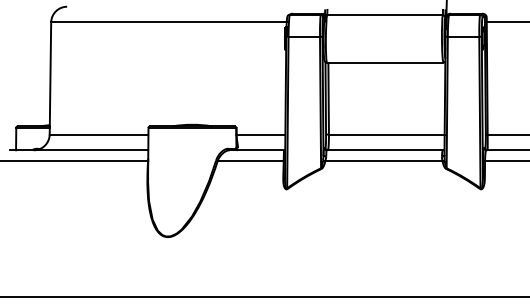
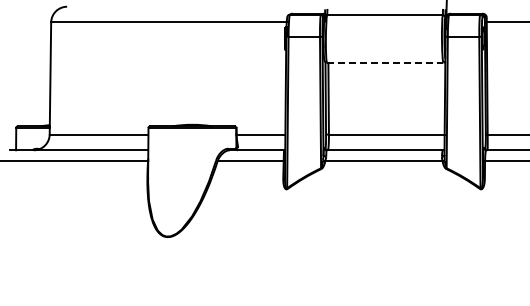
line at (385, 62): solid -> dashed
line at (264, 296): present -> none
